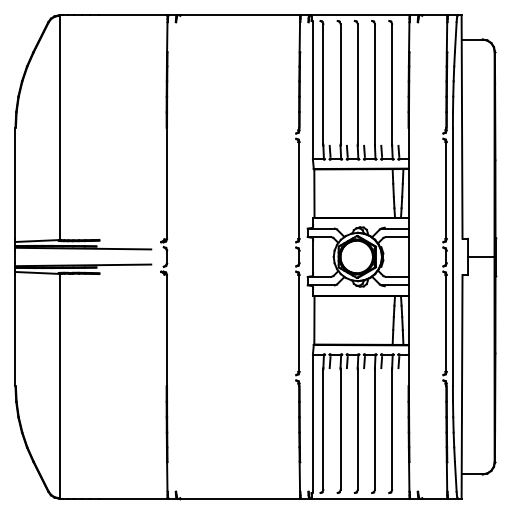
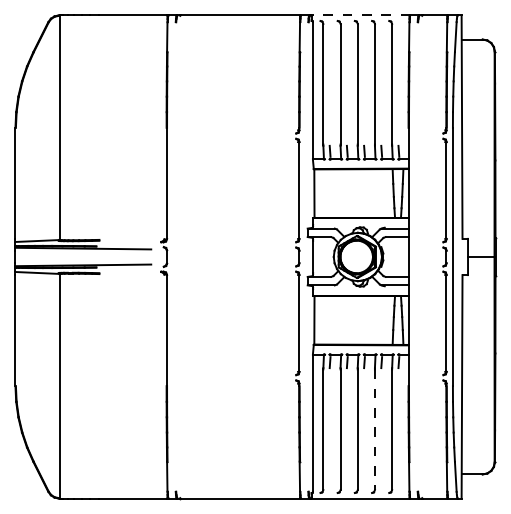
line at (360, 15): solid -> dashed
line at (374, 430): solid -> dashed
